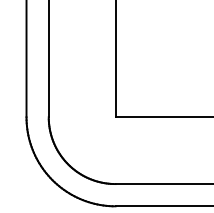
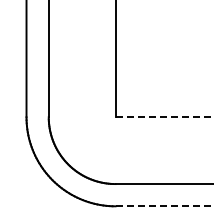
line at (164, 117): solid -> dashed
line at (164, 206): solid -> dashed
